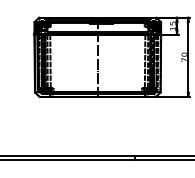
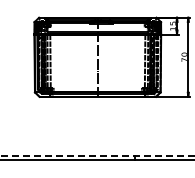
line at (97, 155): solid -> dashed
